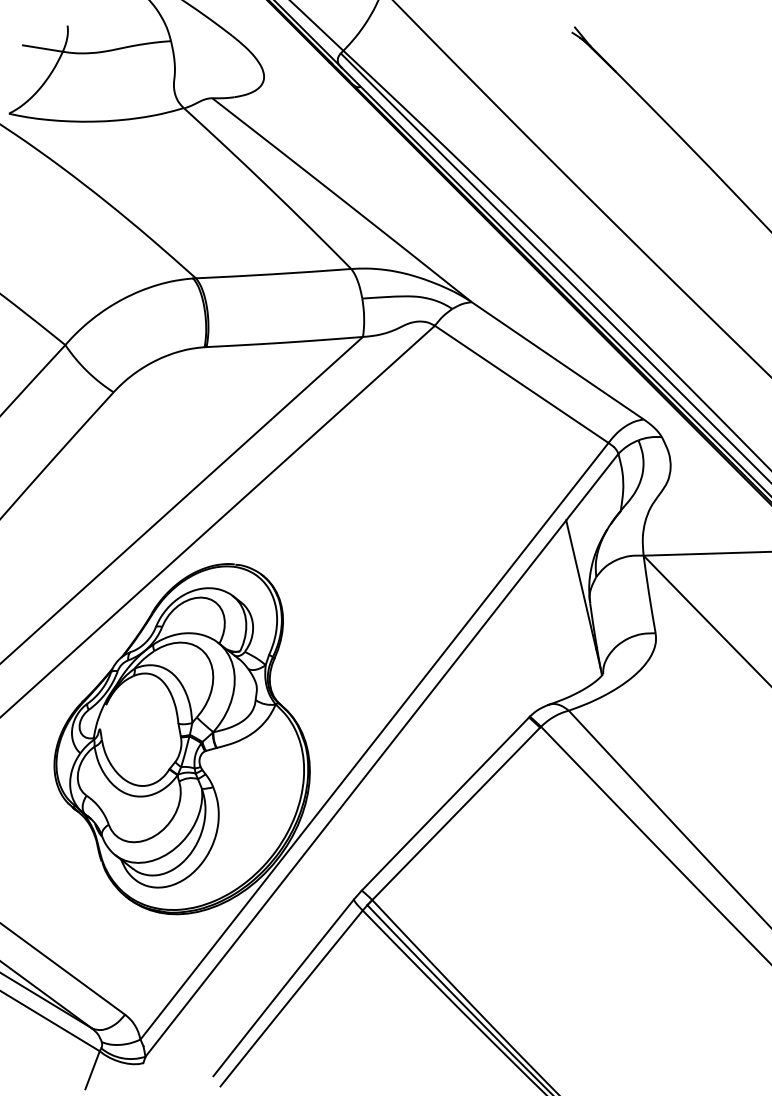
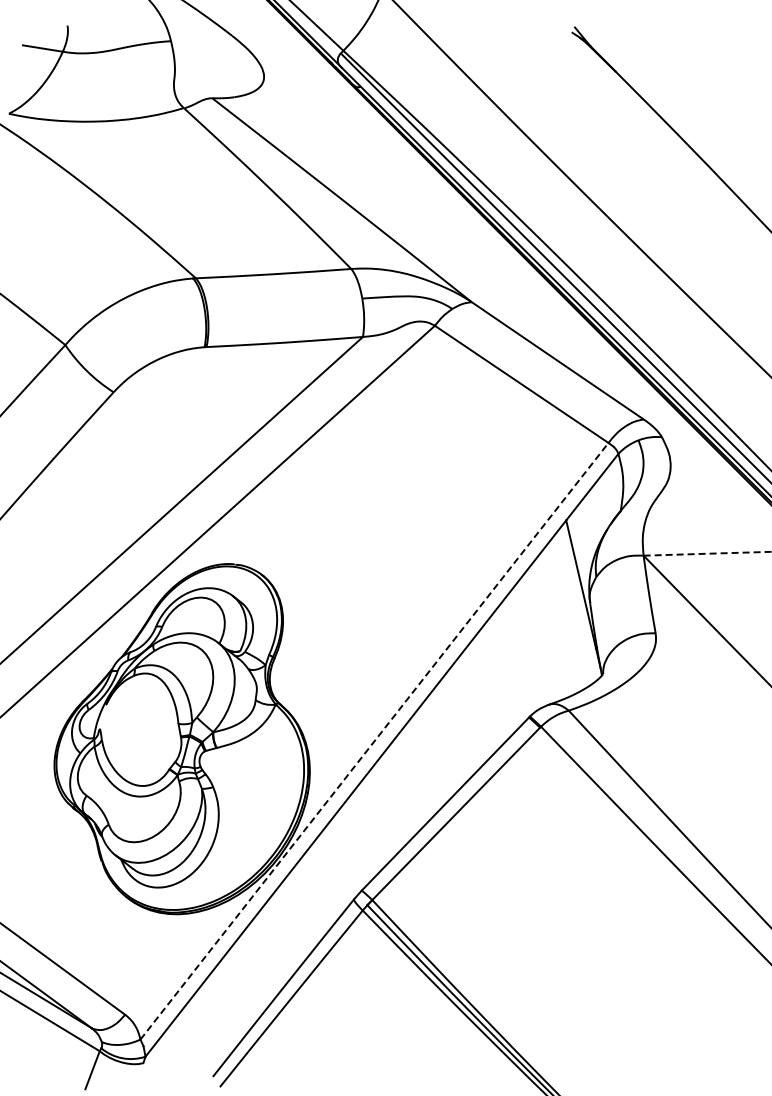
line at (708, 553): solid -> dashed
line at (374, 740): solid -> dashed
